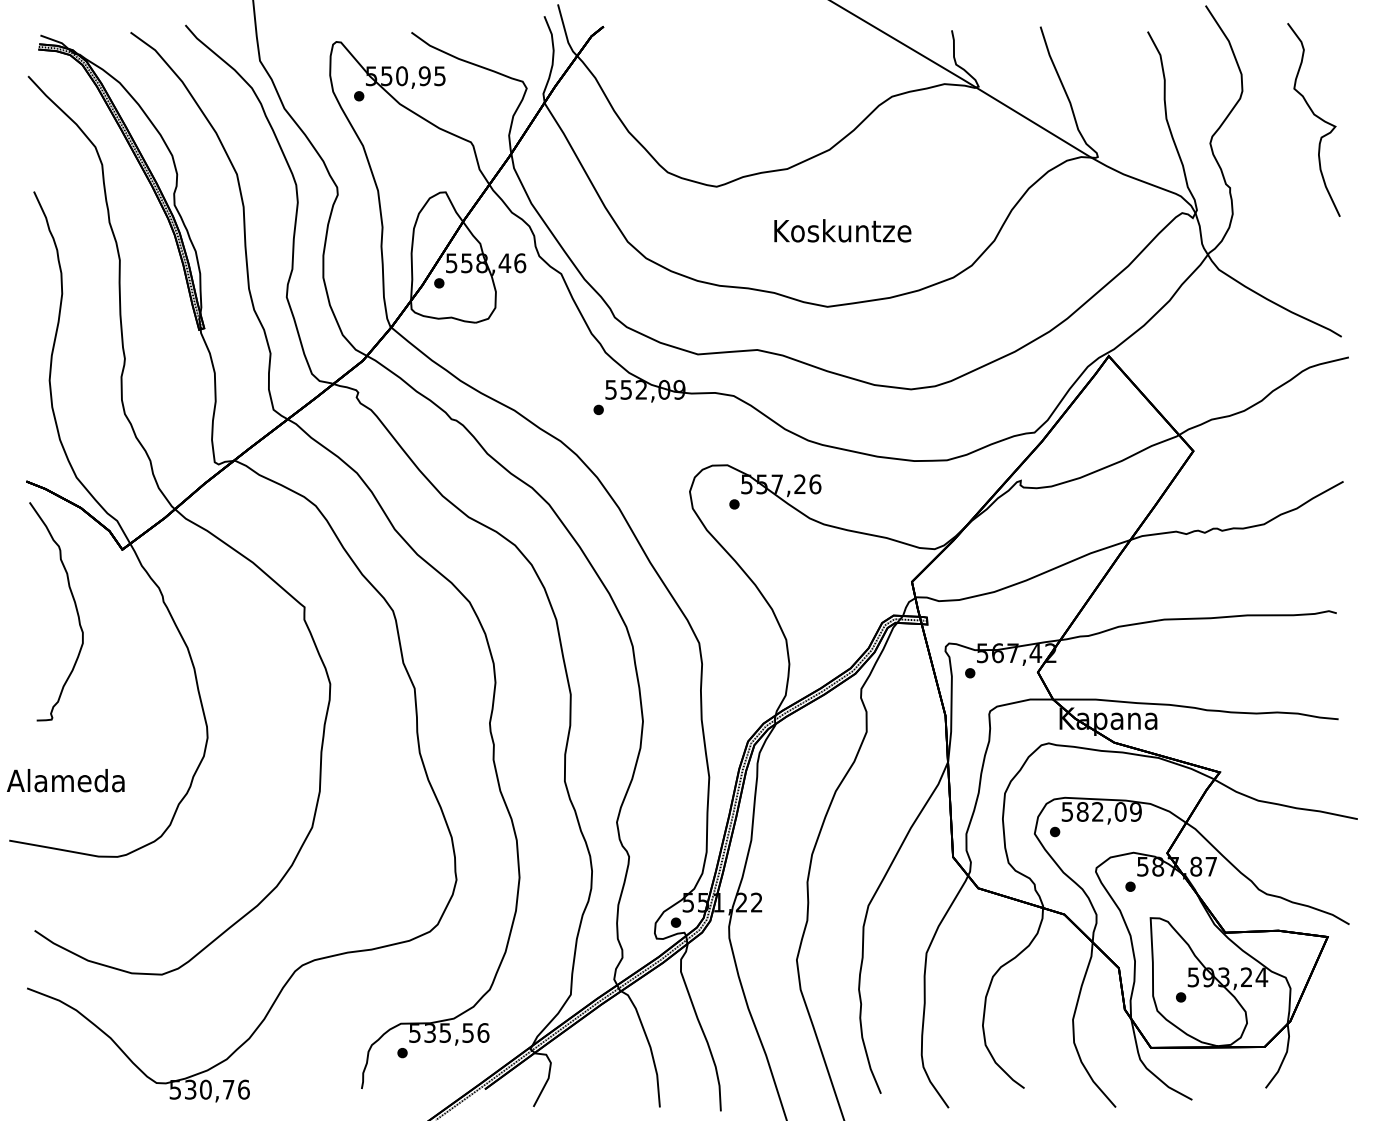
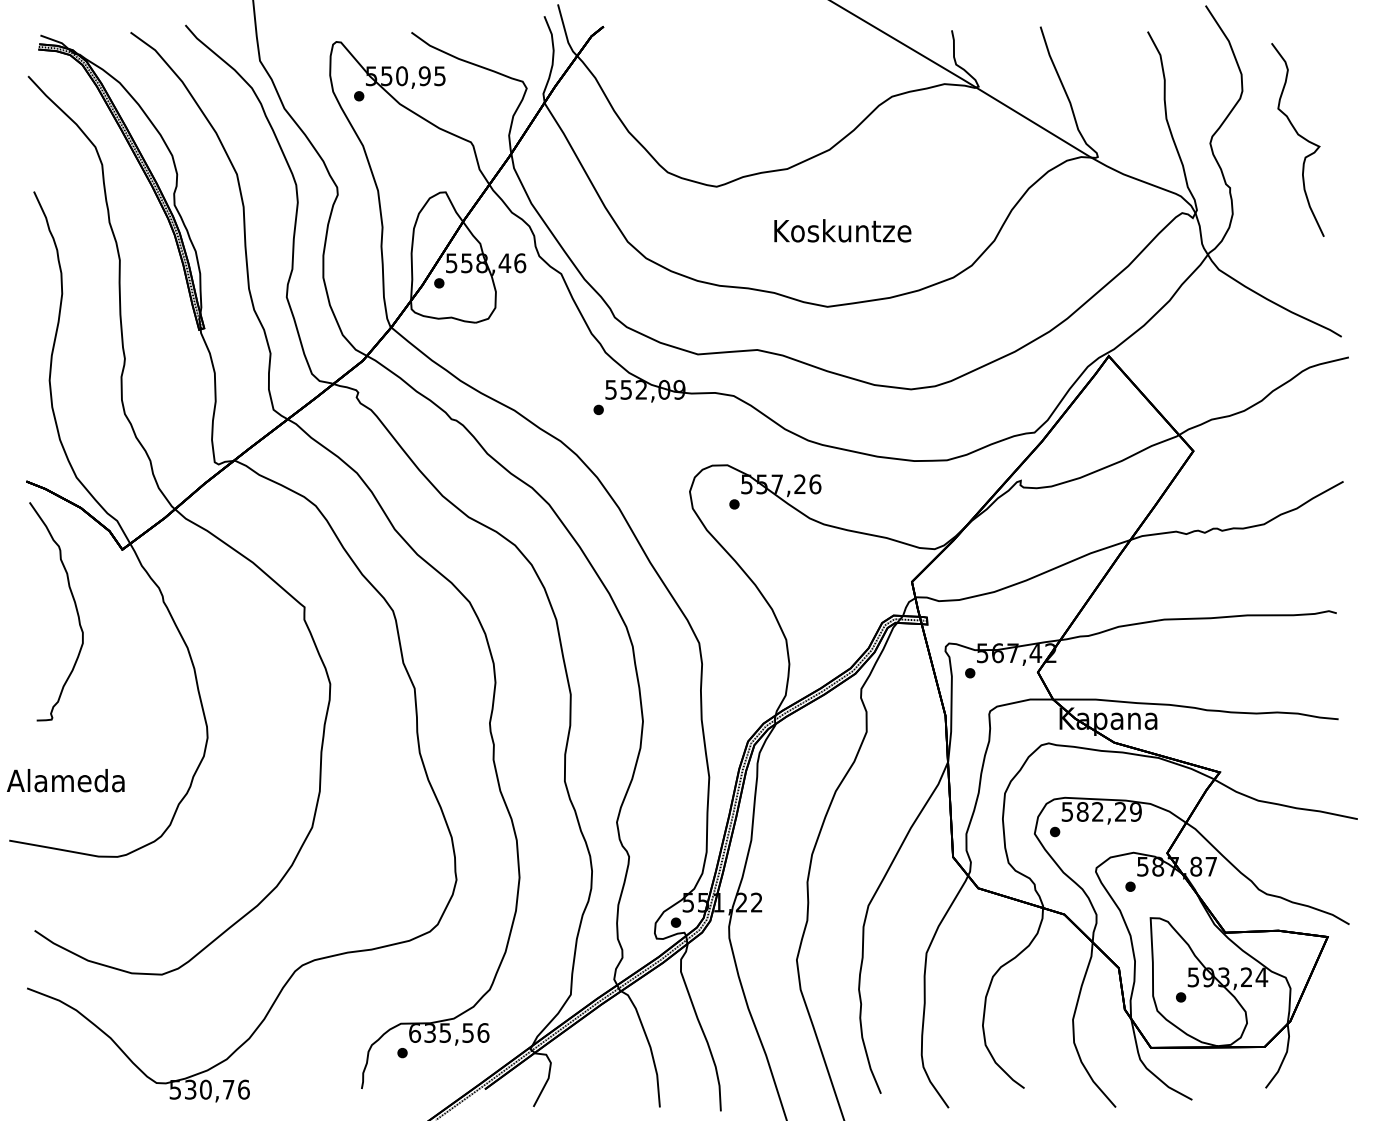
curve at (1315, 116) position: (1315, 116) -> (1299, 136)
text at (1120, 811): 582,09 -> 582,29
text at (415, 1033): 535,56 -> 635,56
